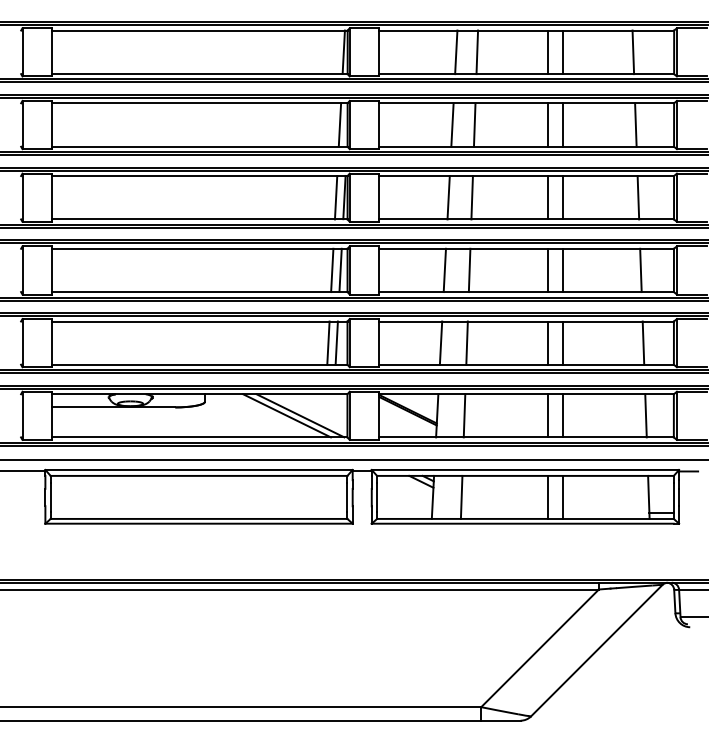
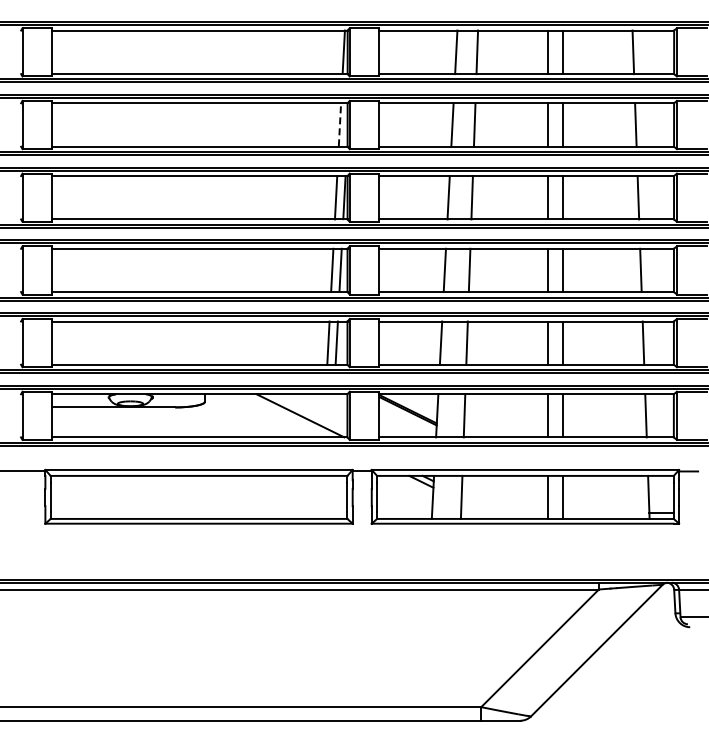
line at (339, 124): solid -> dashed
line at (286, 415): present -> none
line at (353, 459): present -> none
